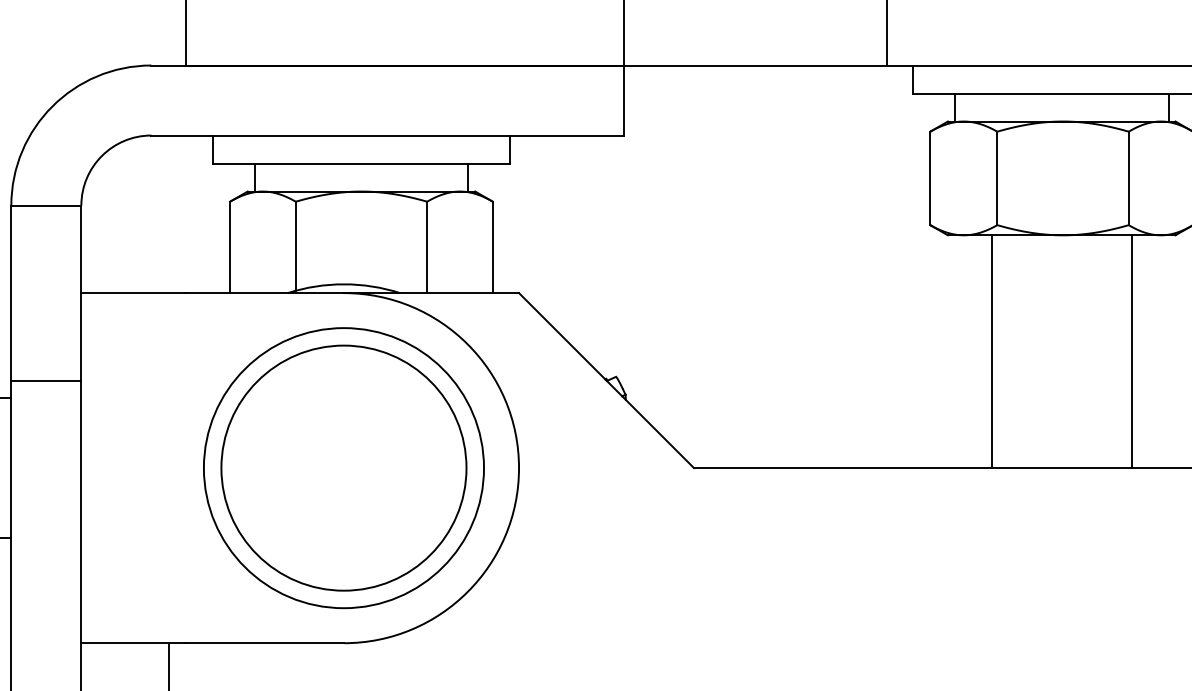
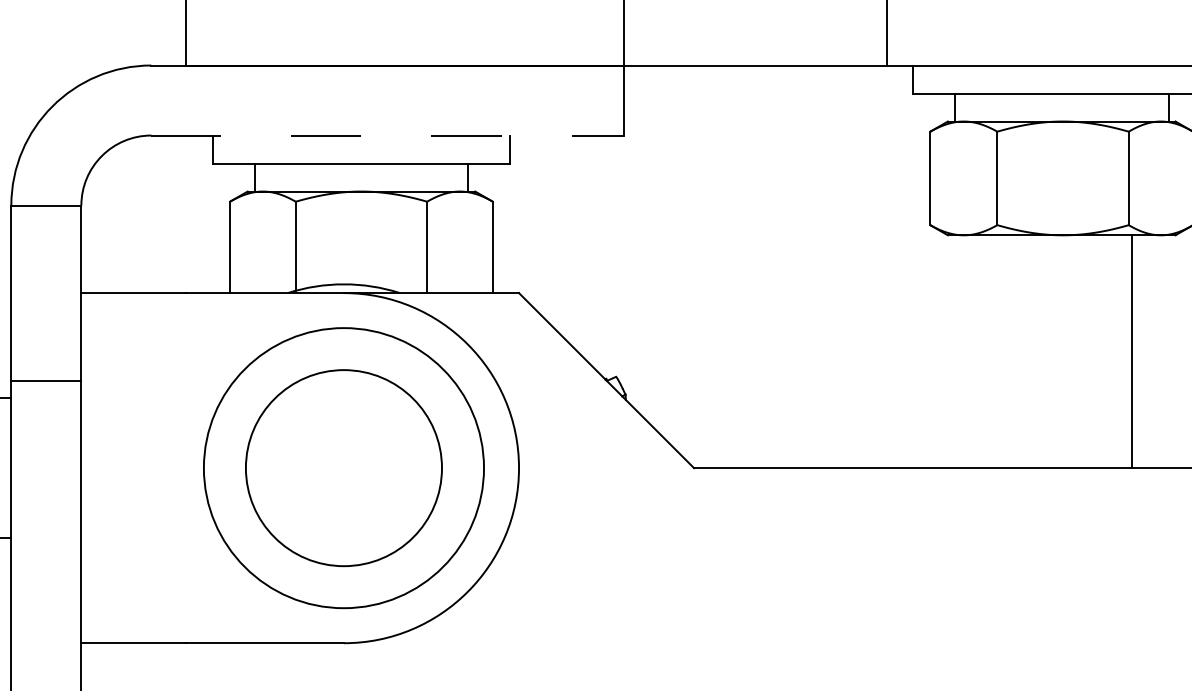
line at (388, 135): solid -> dashed
line at (991, 351): present -> none
circle at (343, 467) diameter: 245 px -> 196 px
line at (168, 665): present -> none
